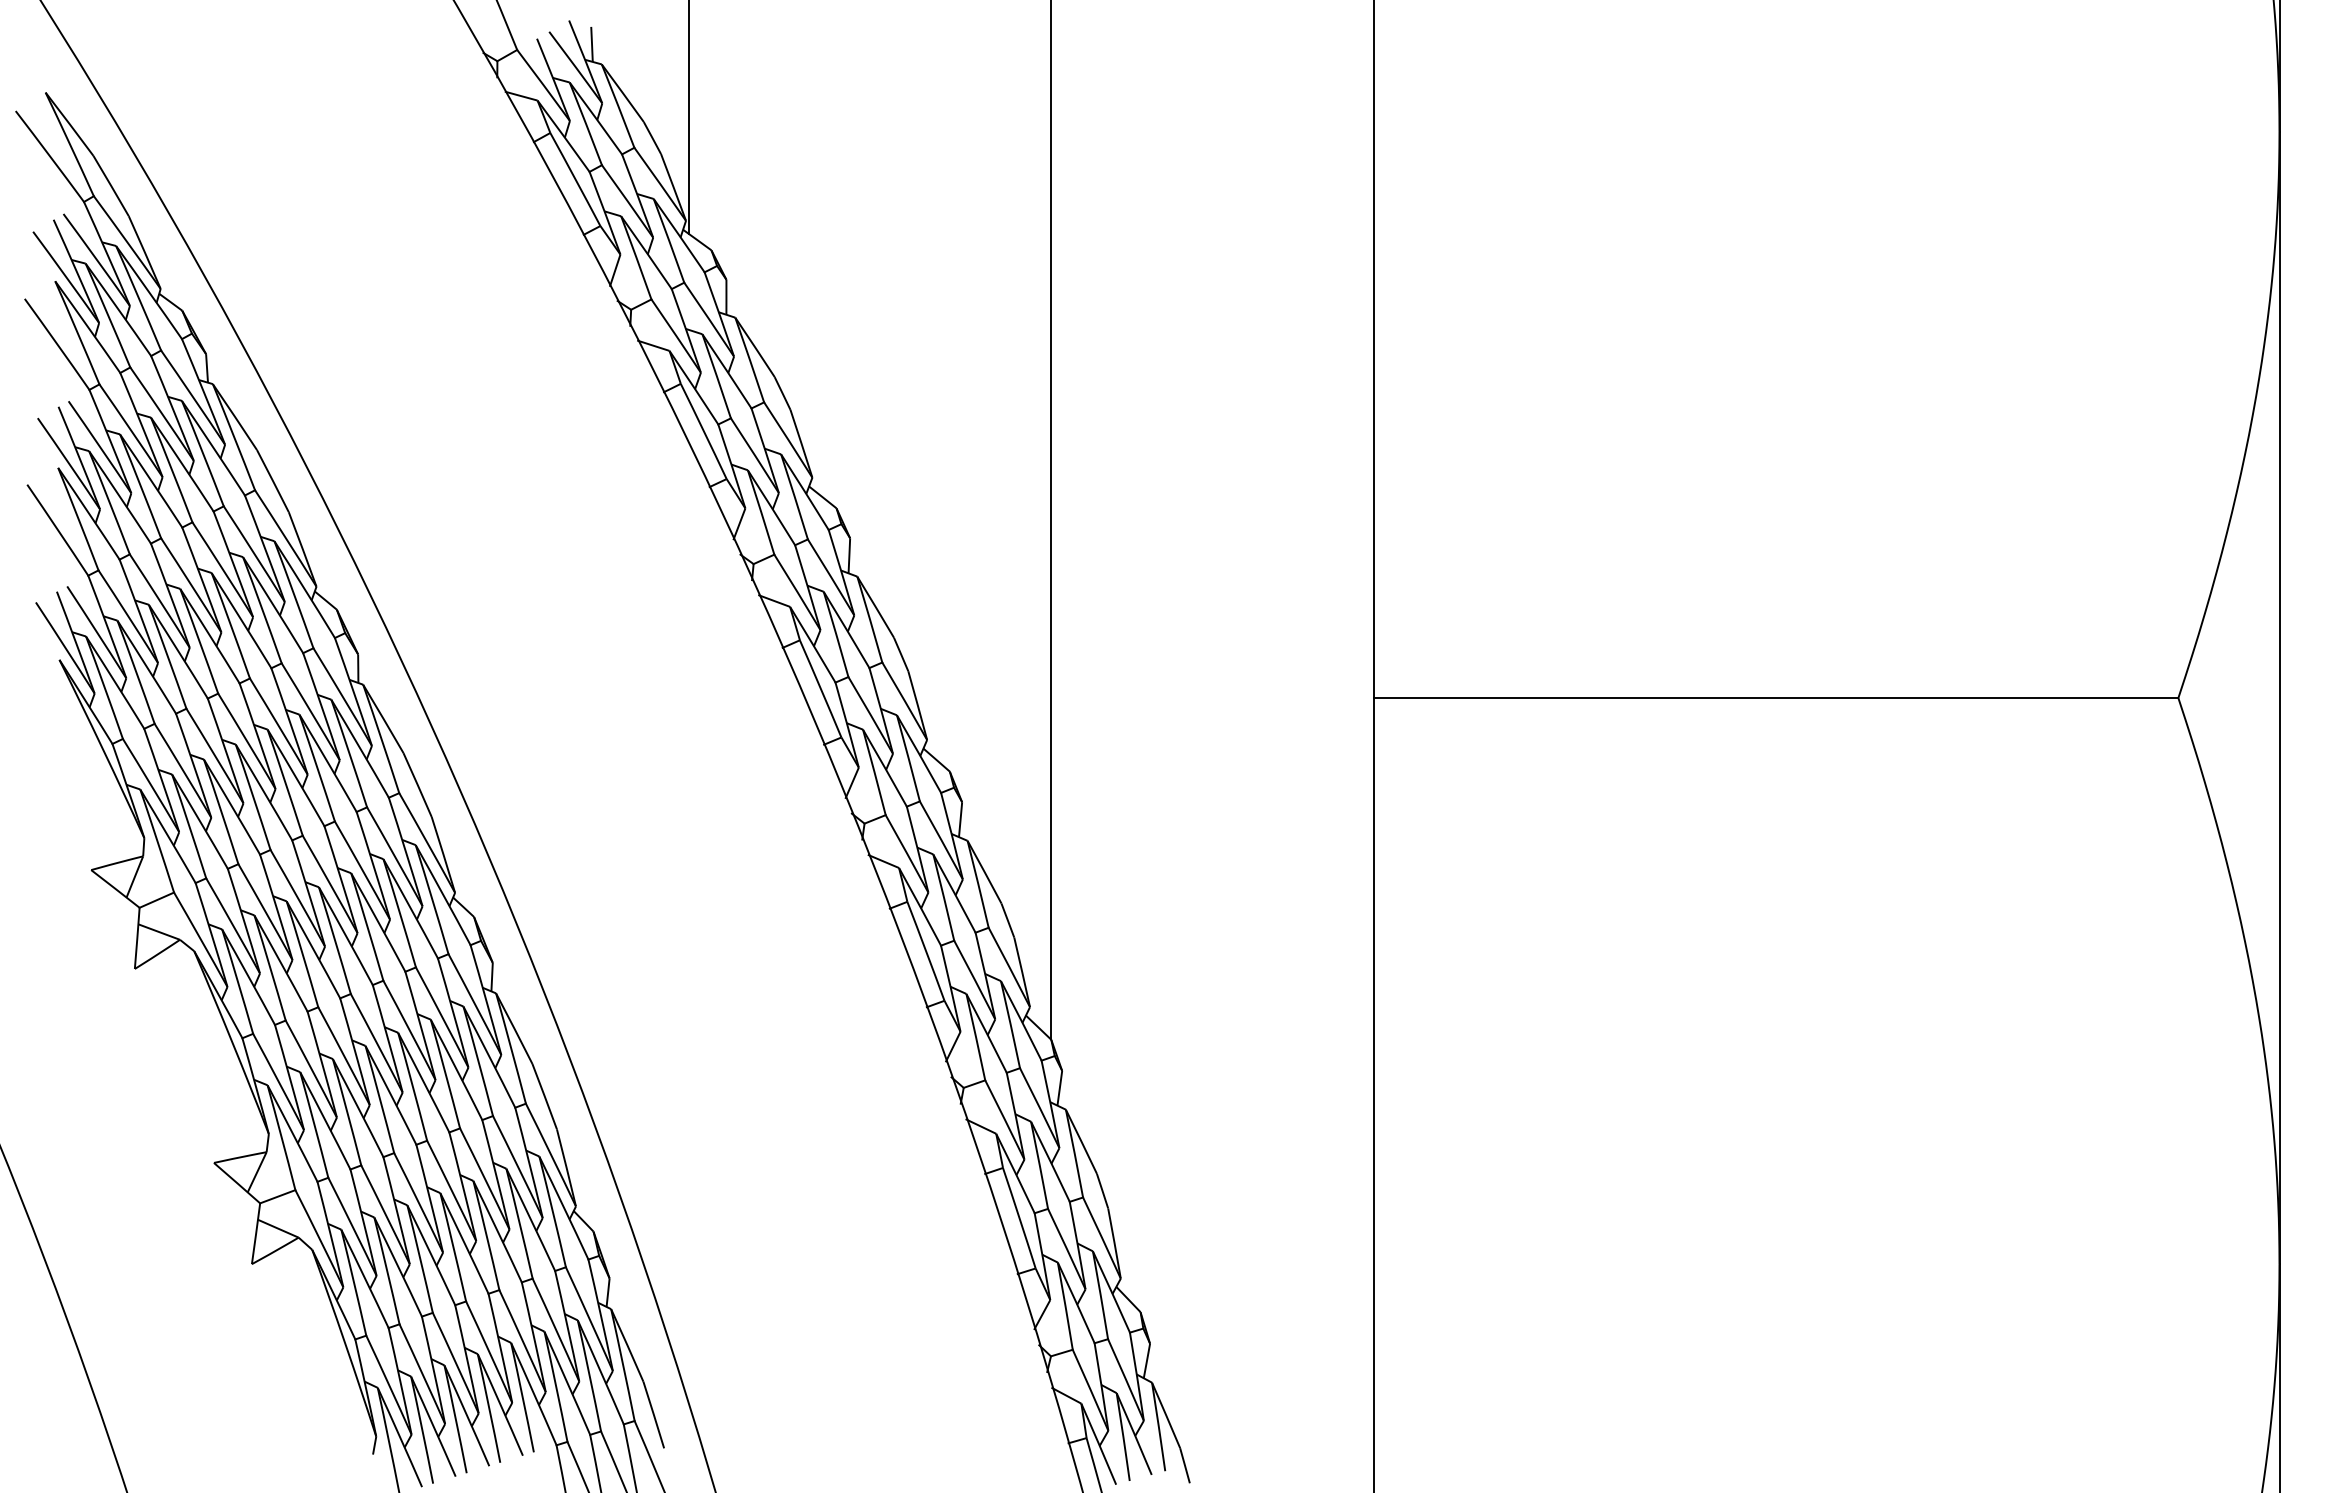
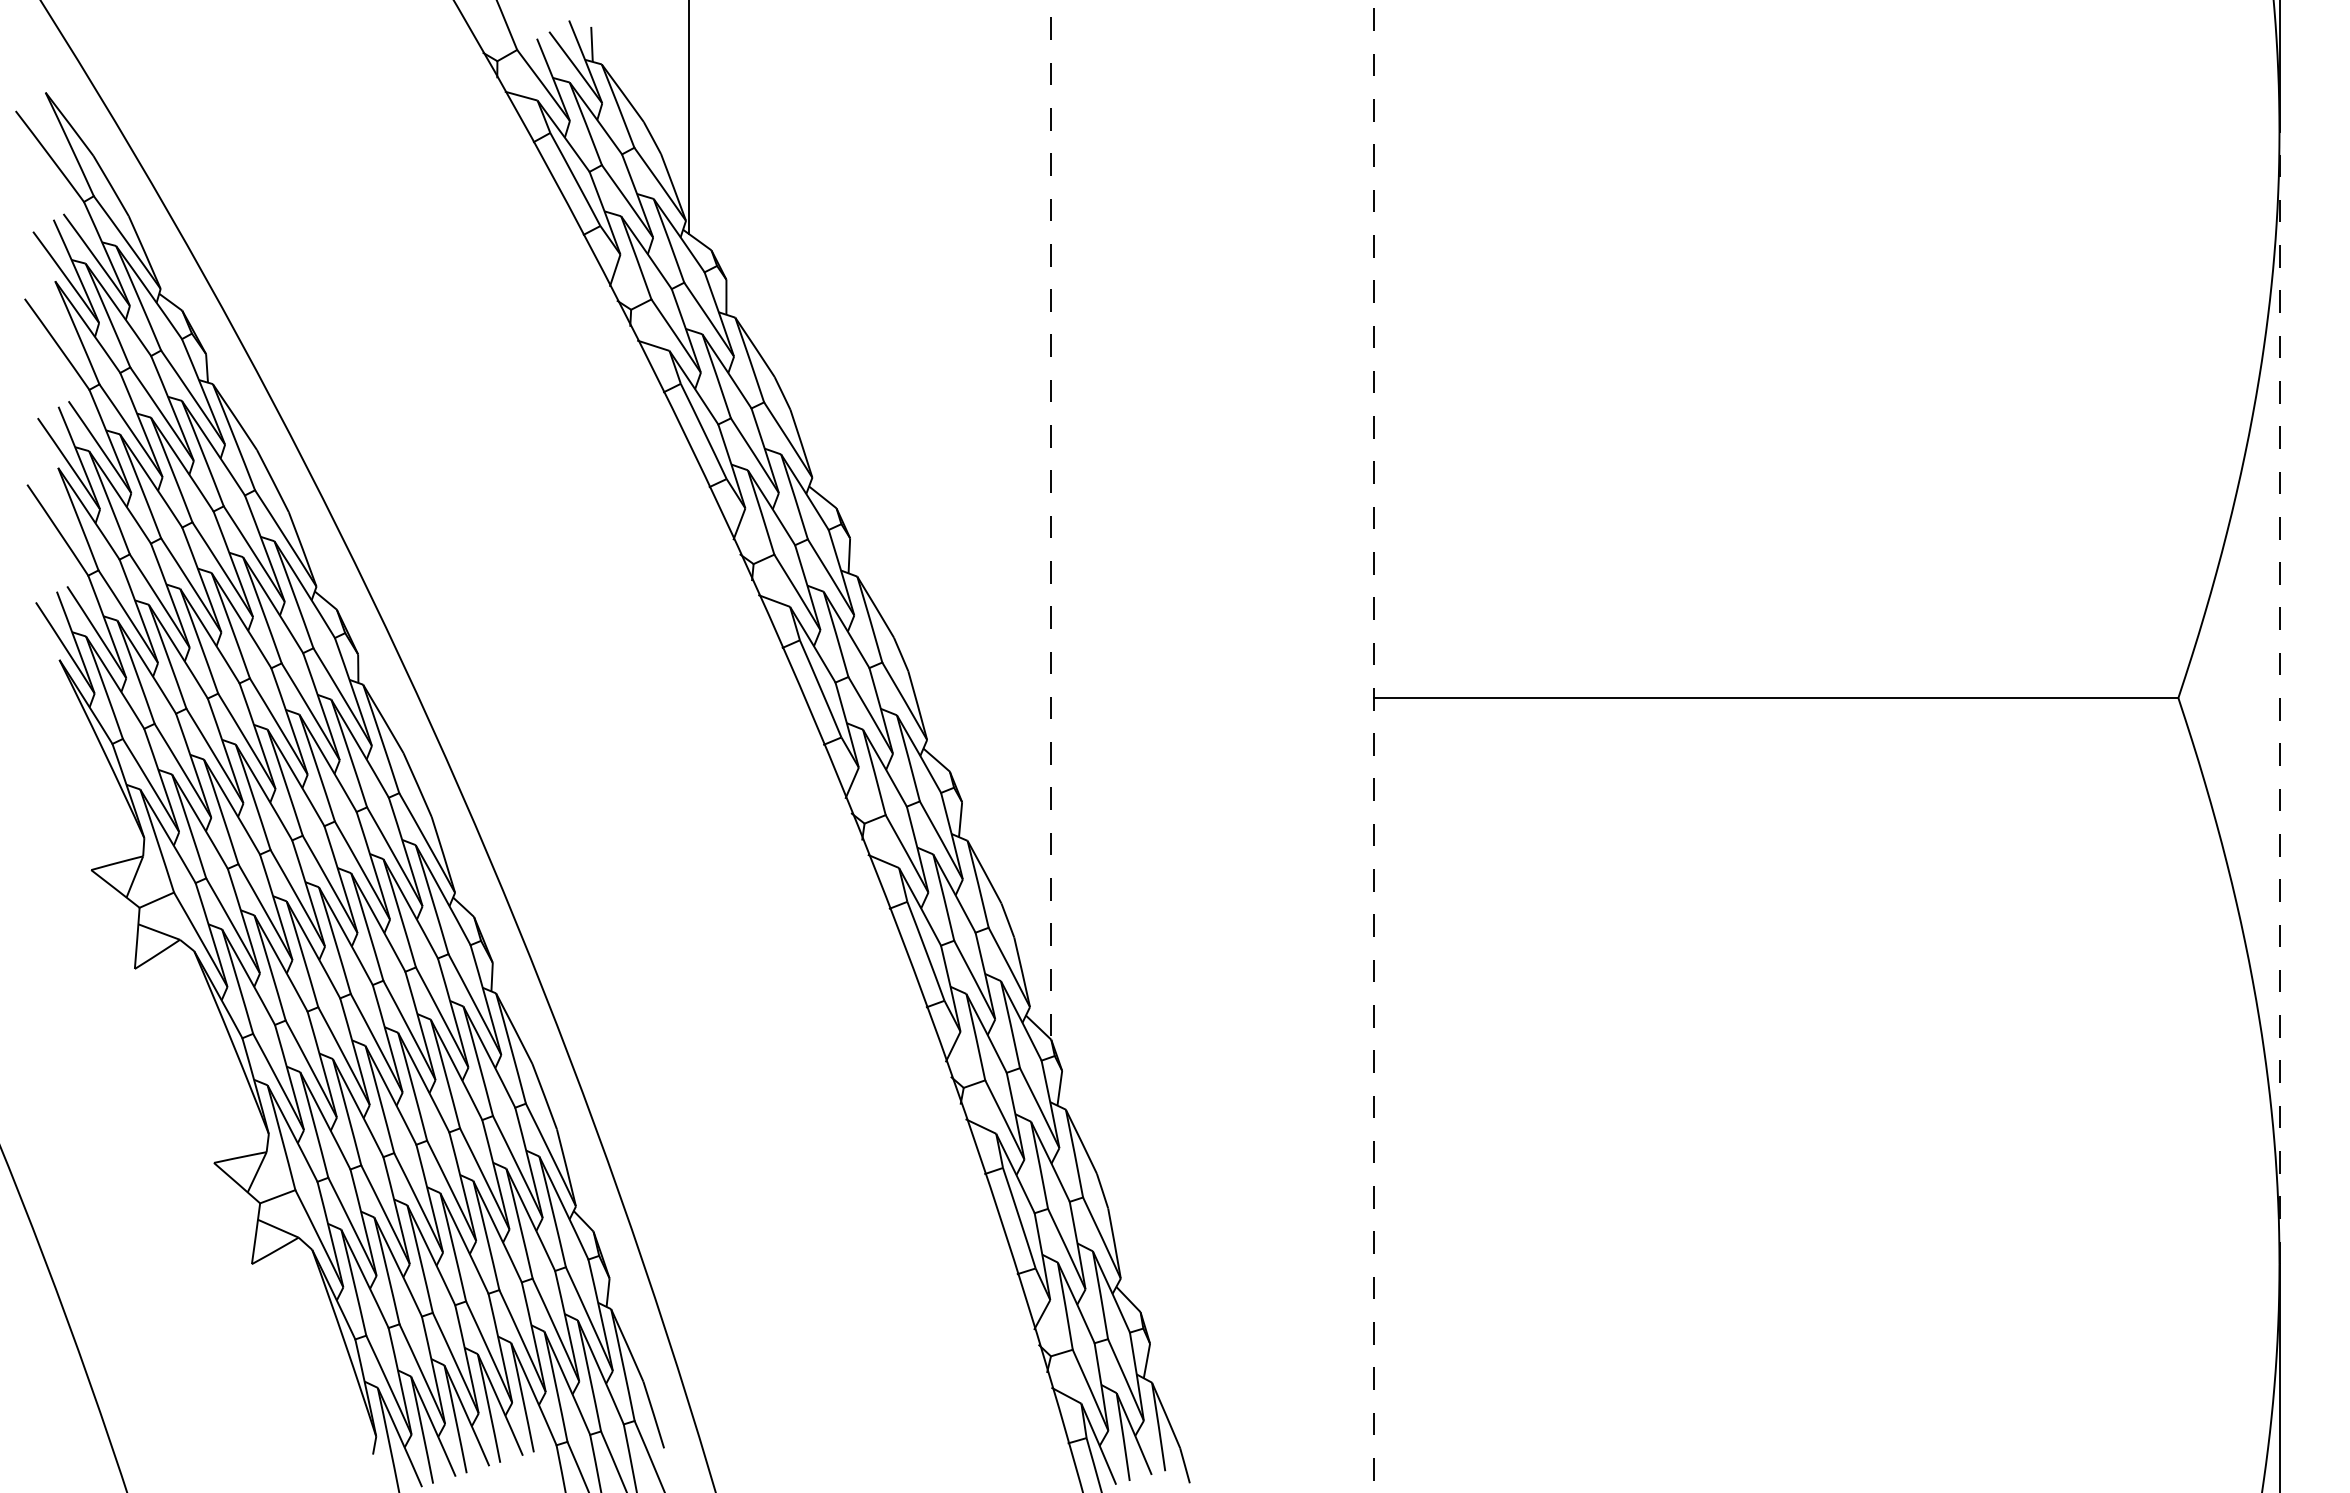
line at (1050, 520): solid -> dashed
line at (2279, 697): solid -> dashed
line at (1373, 746): solid -> dashed
